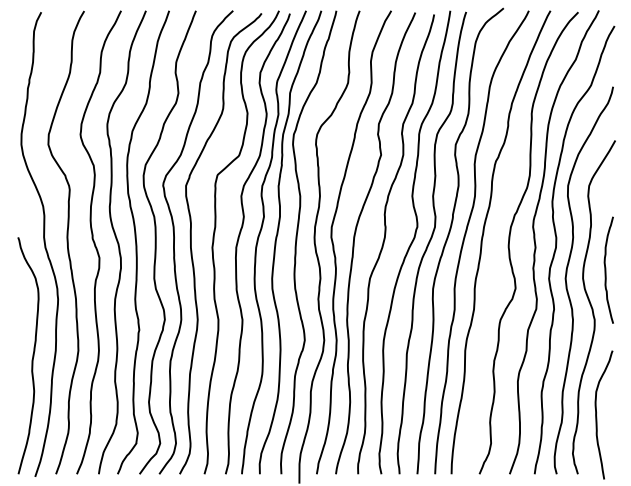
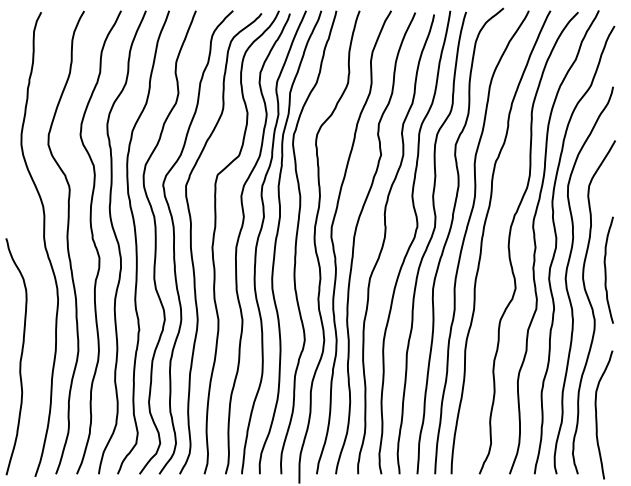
curve at (32, 355) position: (32, 355) -> (20, 356)
